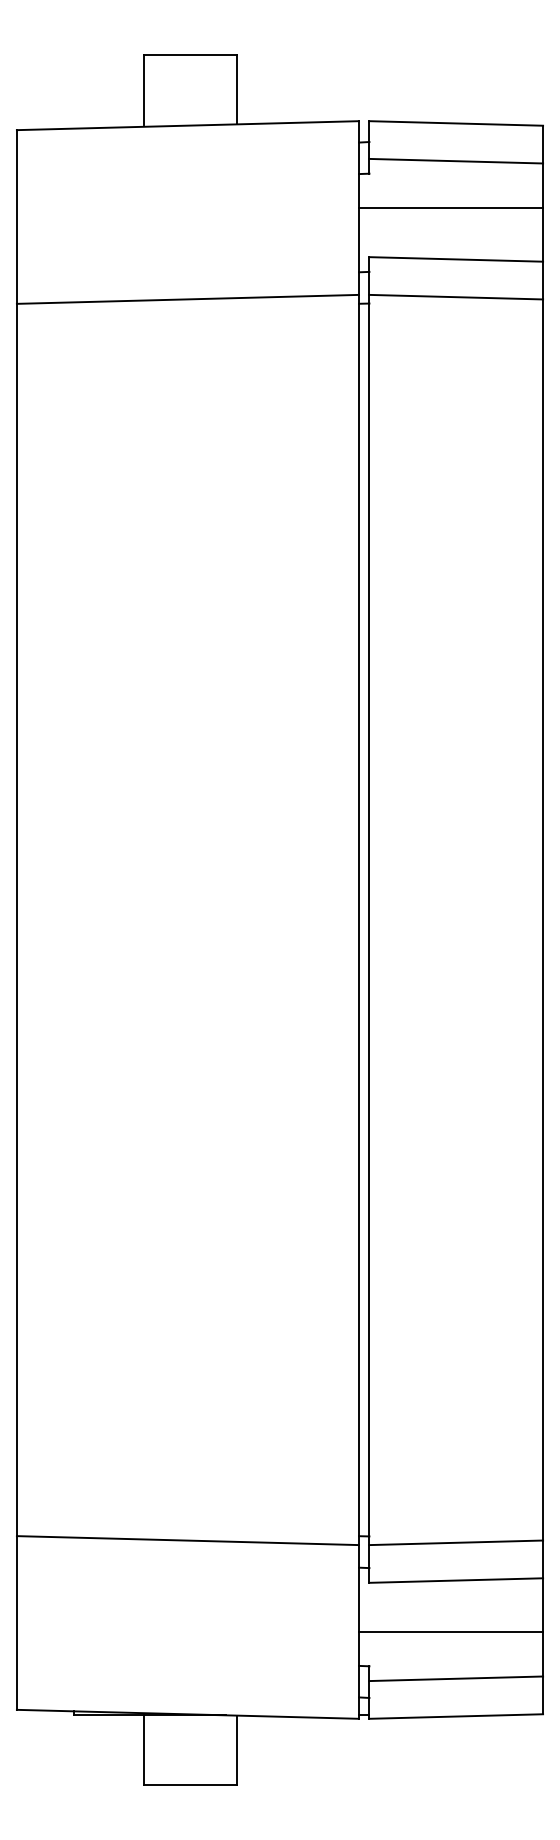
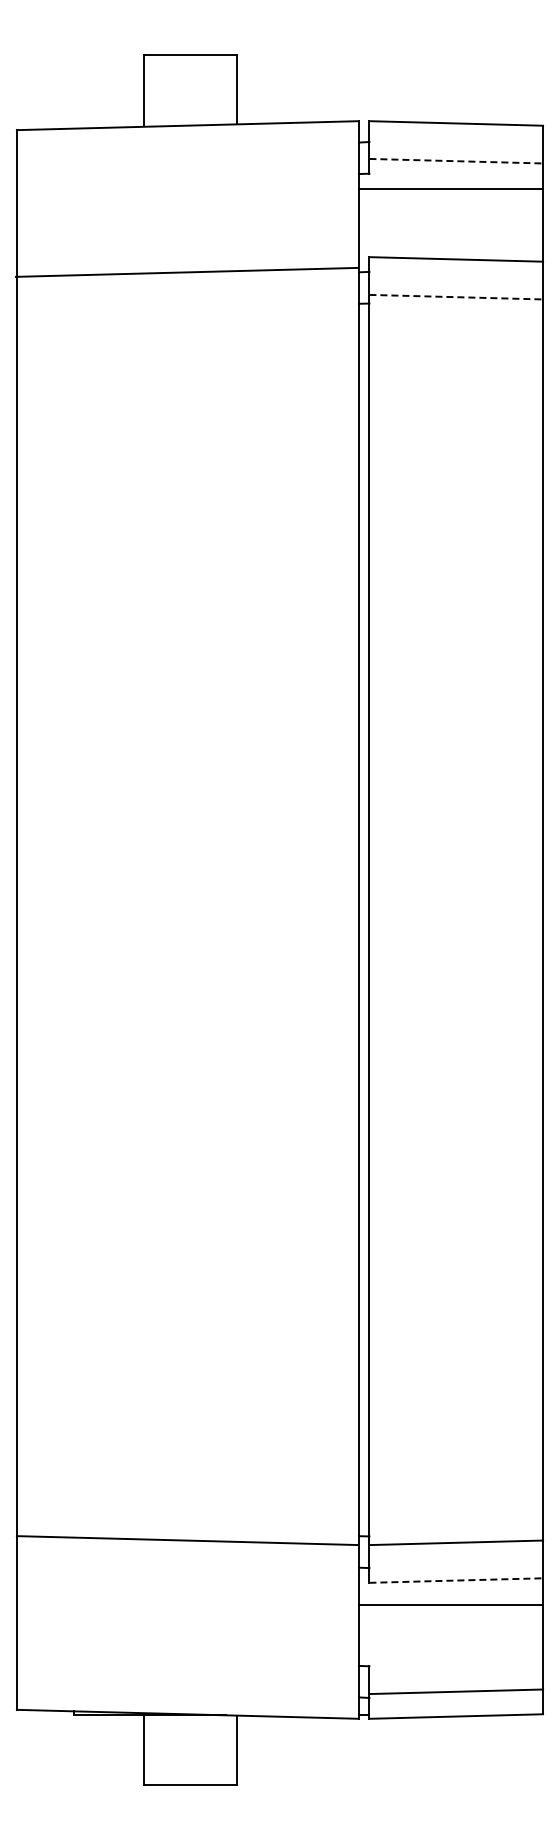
line at (456, 161): solid -> dashed
line at (451, 208) position: (451, 208) -> (451, 189)
line at (456, 297): solid -> dashed
line at (187, 298) position: (187, 298) -> (186, 271)
line at (456, 1580): solid -> dashed
line at (451, 1631) position: (451, 1631) -> (451, 1604)
line at (456, 1678) position: (456, 1678) -> (456, 1691)
